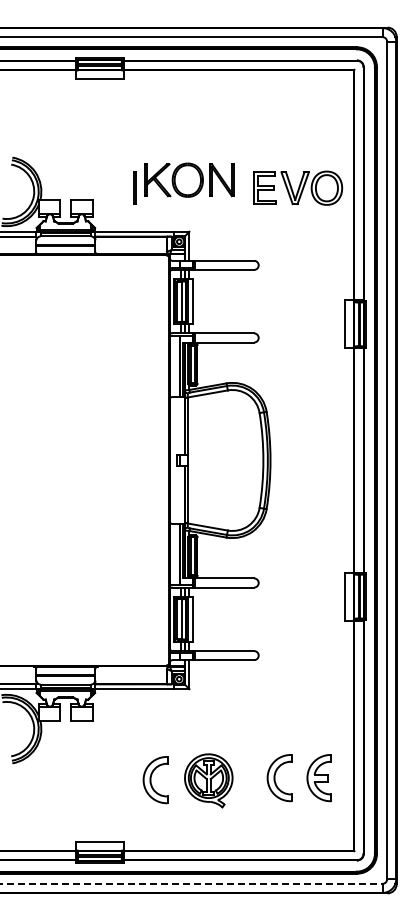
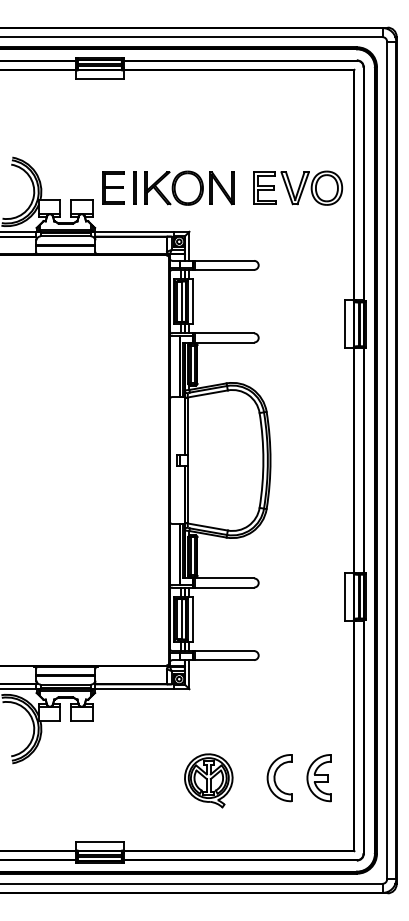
part at (189, 179) position: (189, 179) -> (189, 187)
part at (113, 187): none -> present
part at (155, 780): present -> none
line at (191, 883): dashed -> solid
